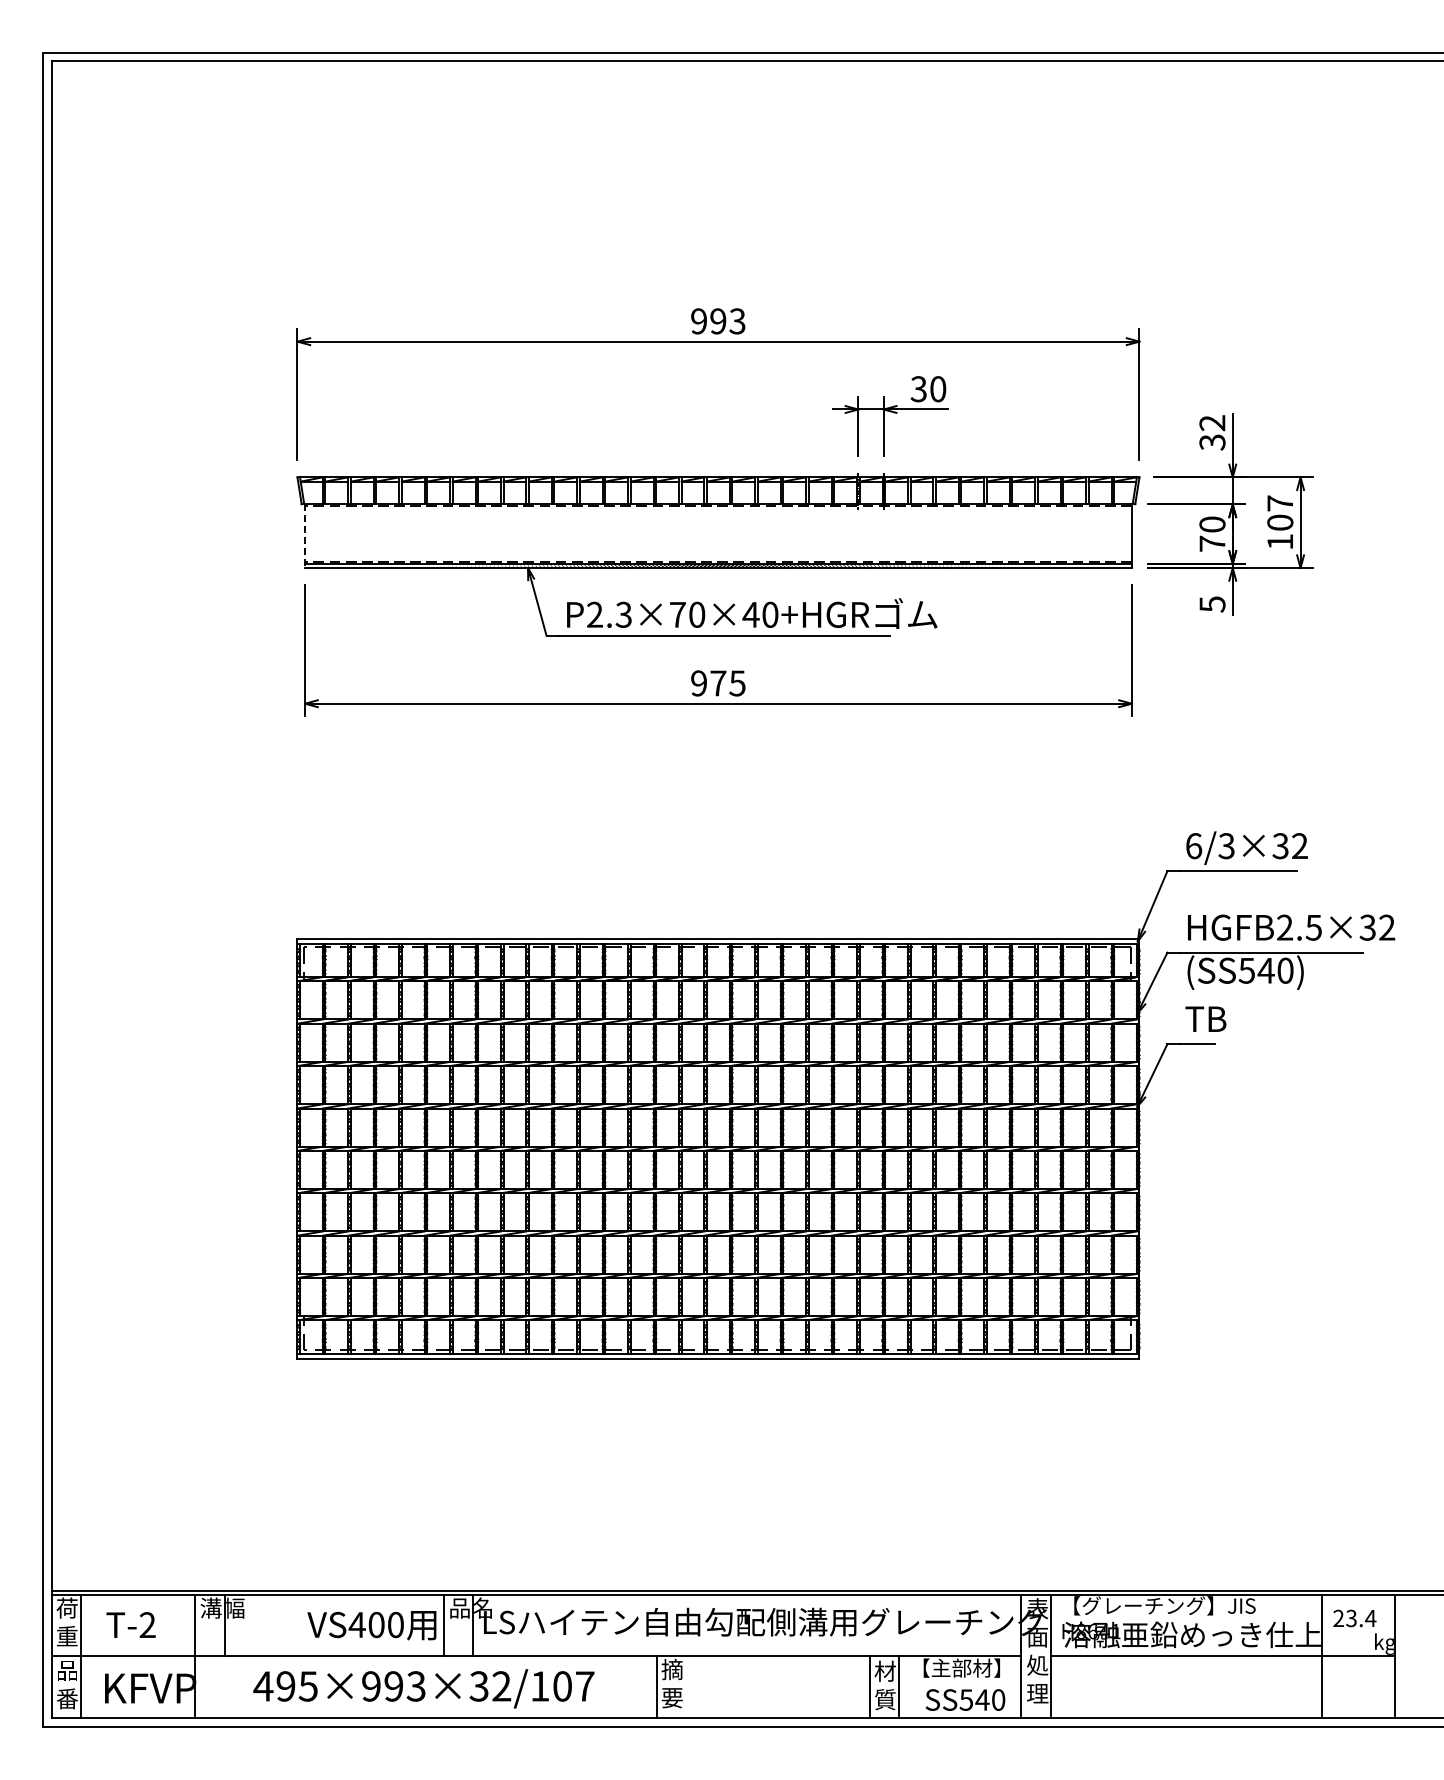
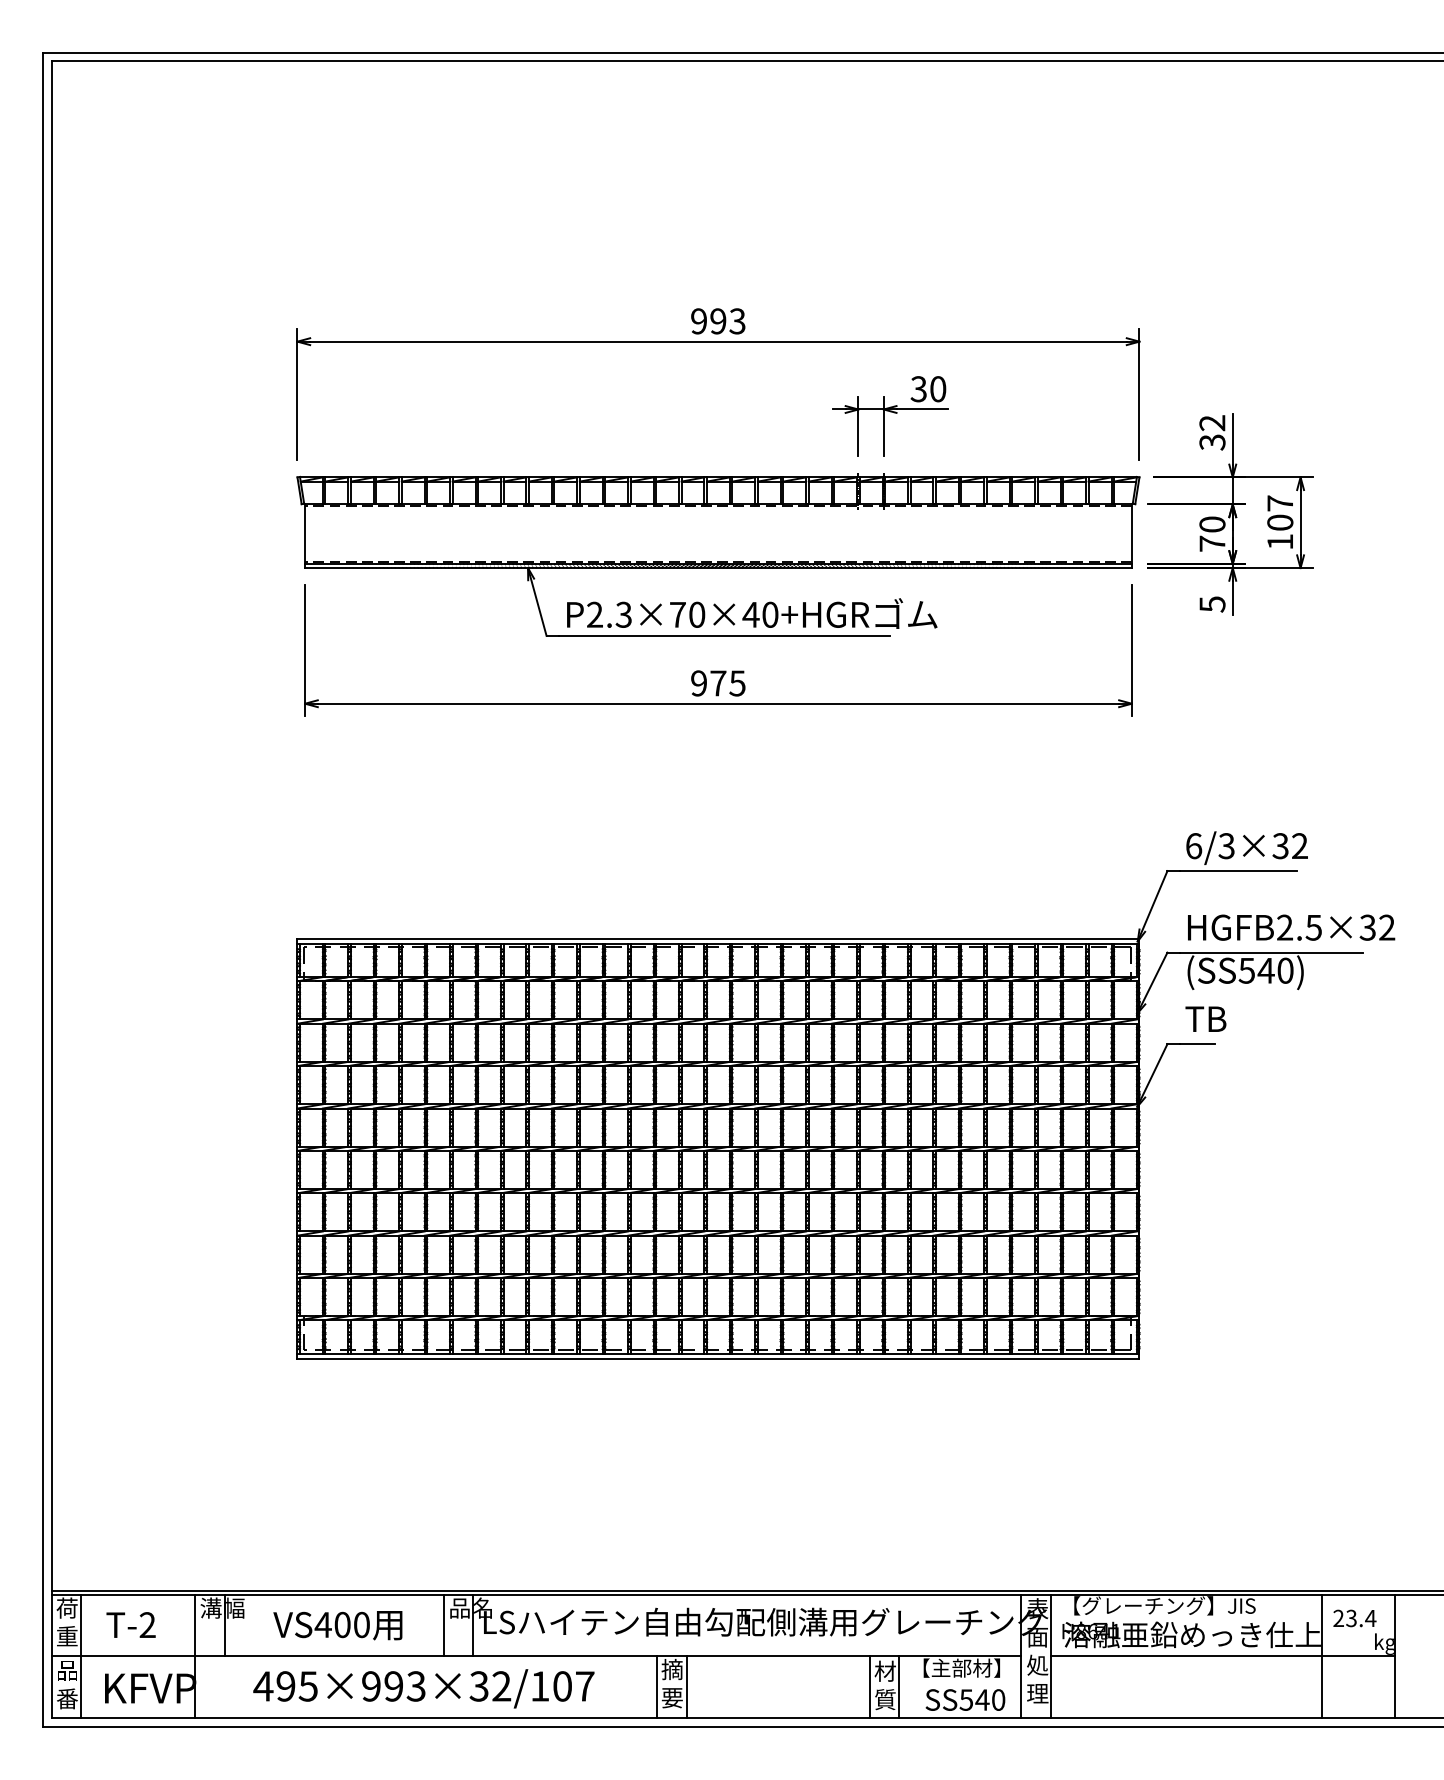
line at (305, 536): dashed -> solid
text at (371, 1625) position: (371, 1625) -> (337, 1625)
line at (686, 1687): none -> present
